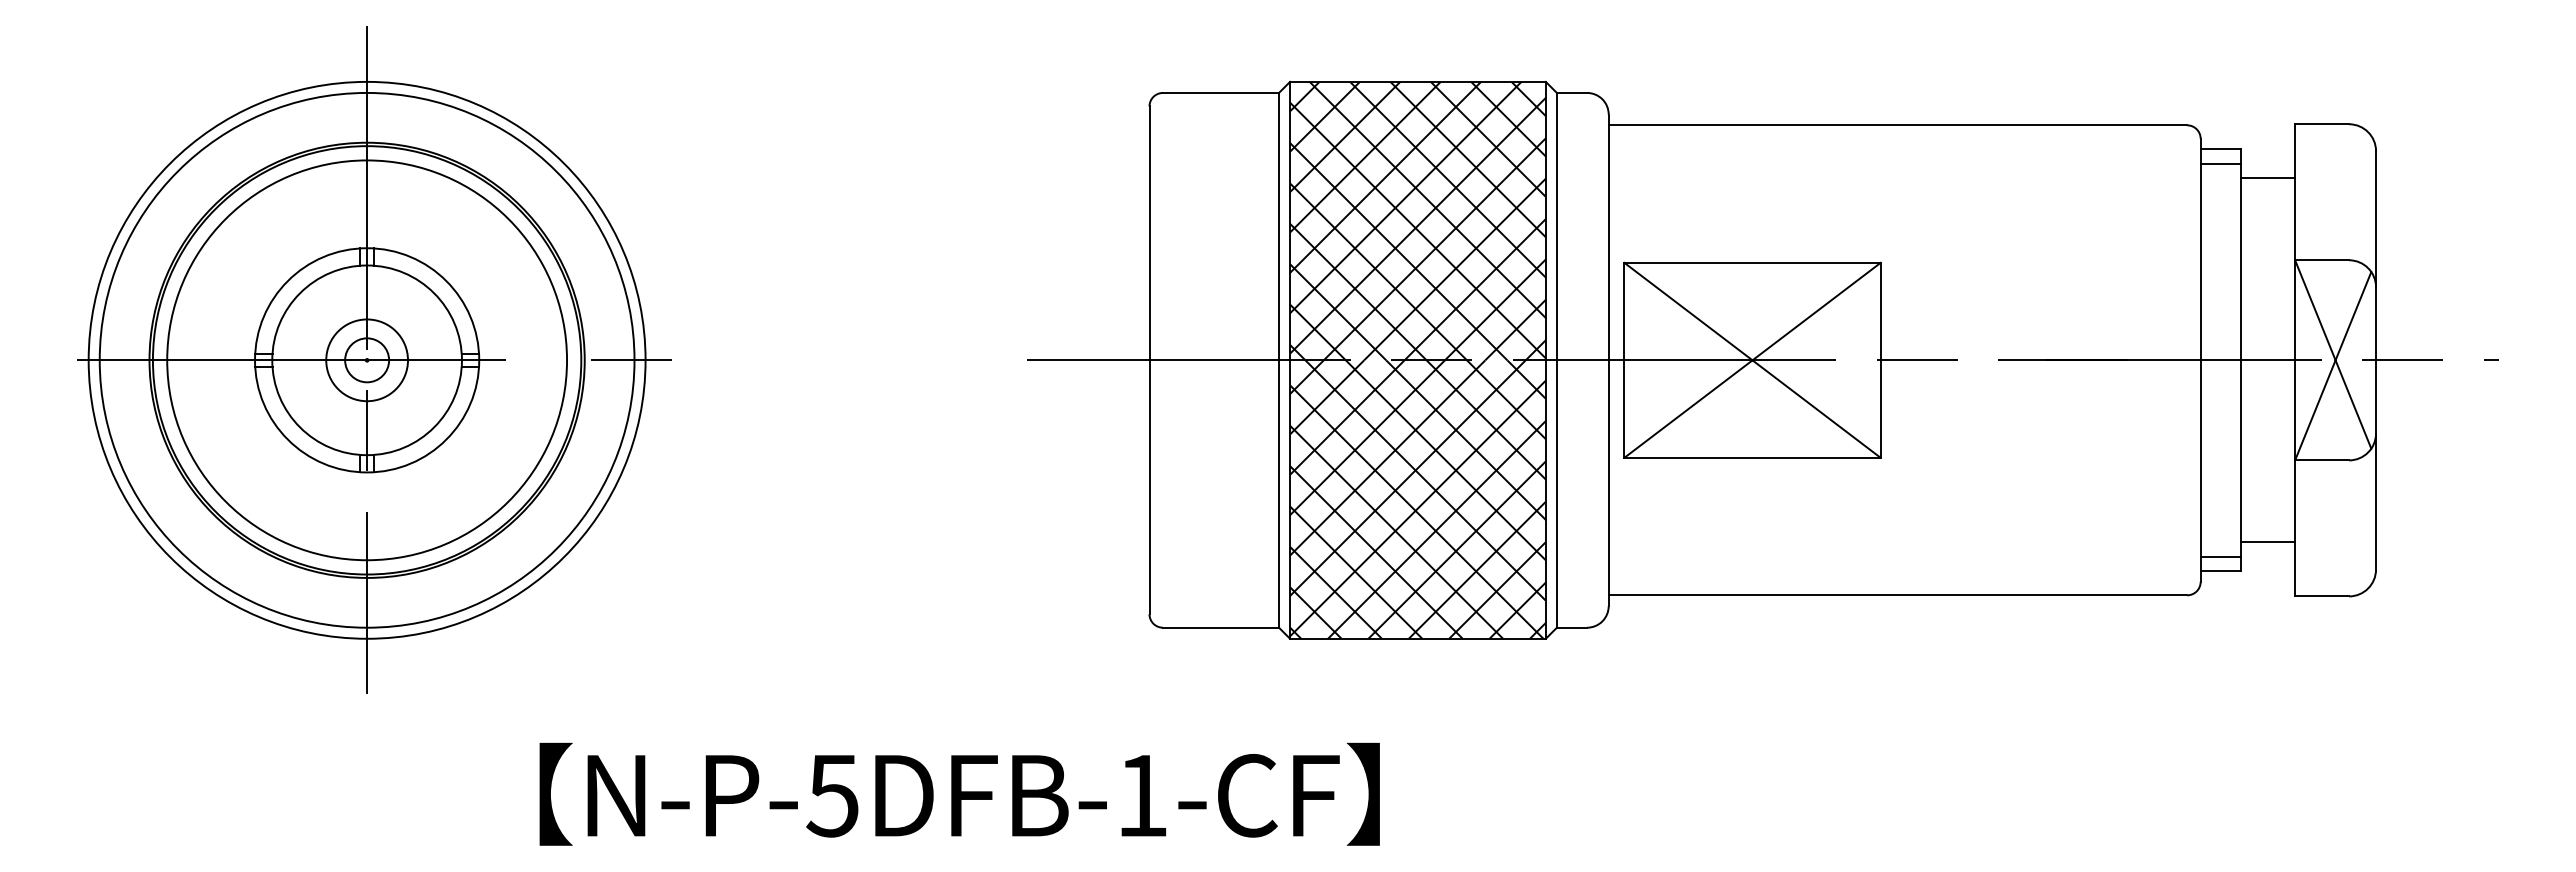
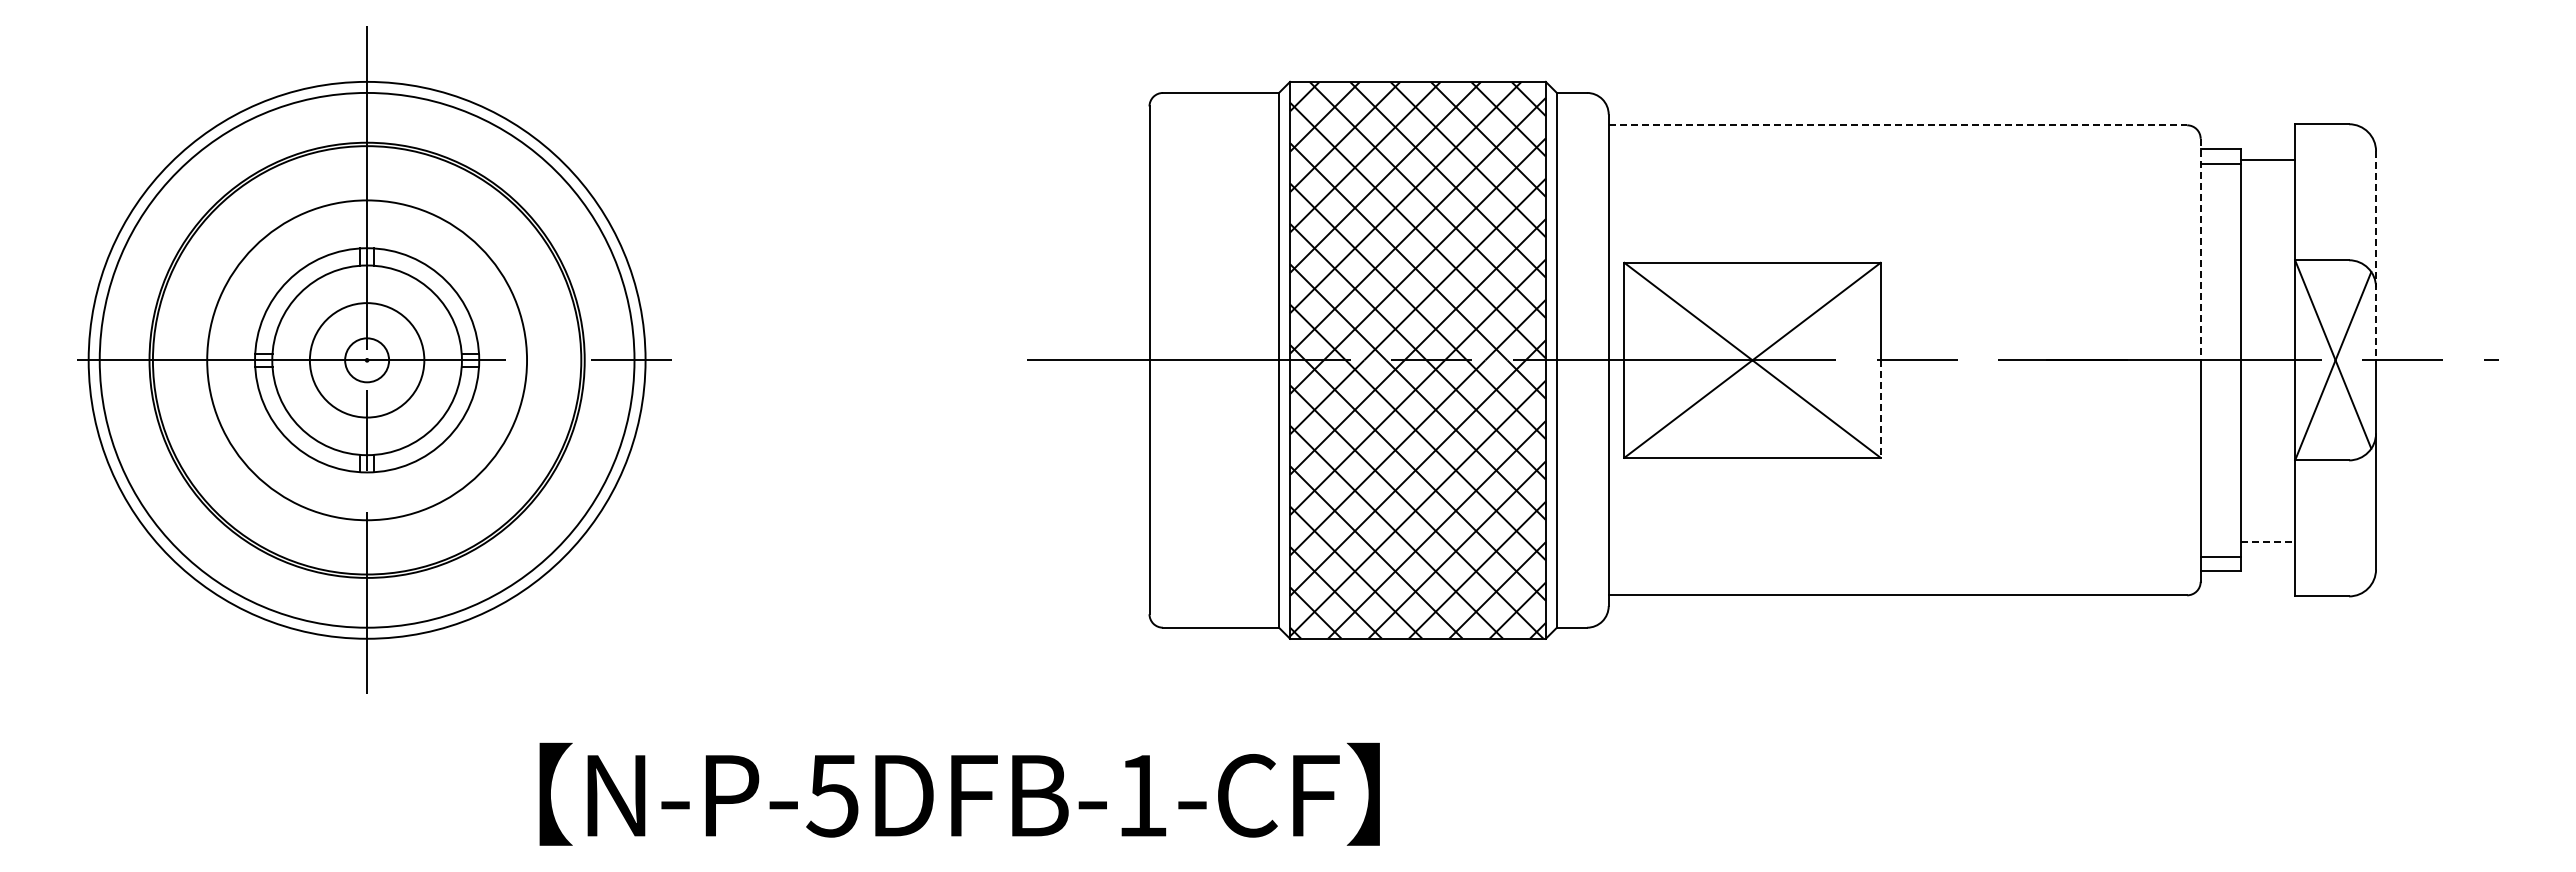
line at (1898, 125): solid -> dashed
line at (2268, 178) position: (2268, 178) -> (2268, 160)
line at (2200, 249): solid -> dashed
line at (2376, 255): solid -> dashed
circle at (367, 360) diameter: 400 px -> 320 px
circle at (367, 360) diameter: 82 px -> 114 px
line at (1880, 409): solid -> dashed
line at (2268, 542): solid -> dashed
